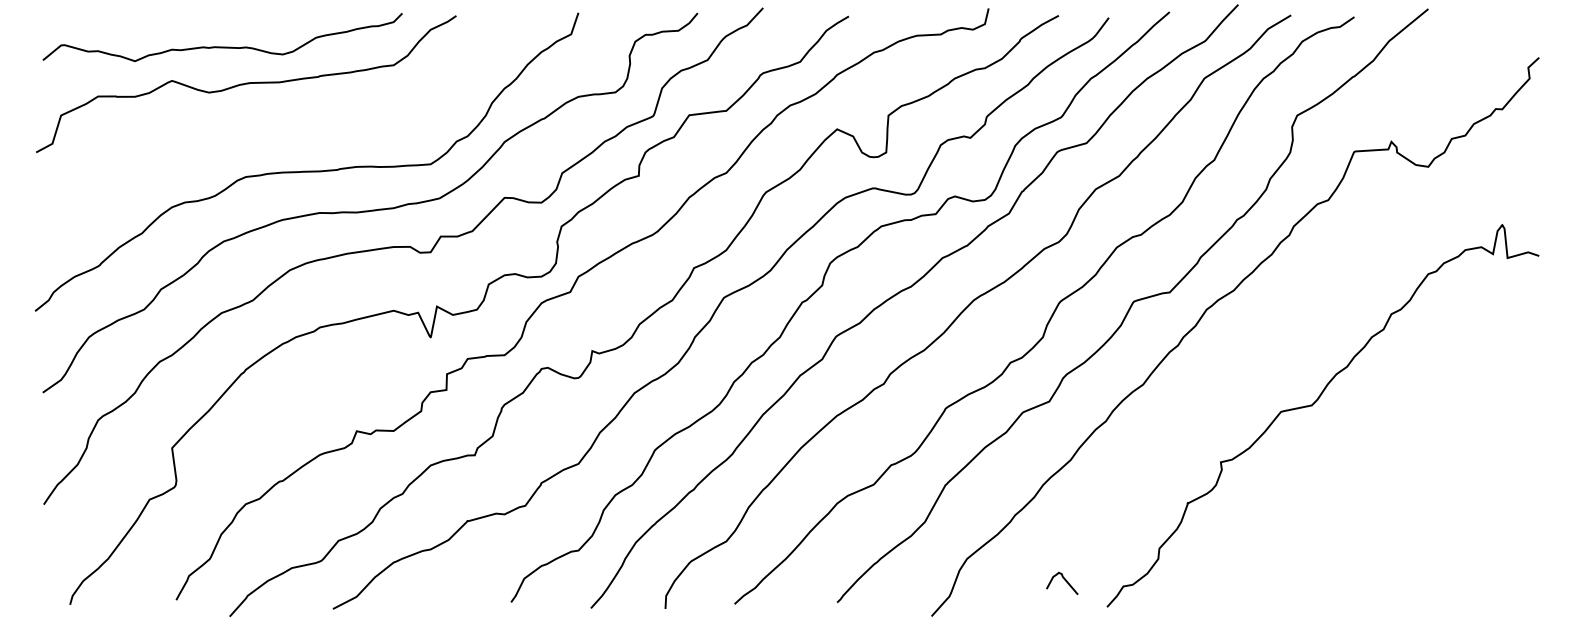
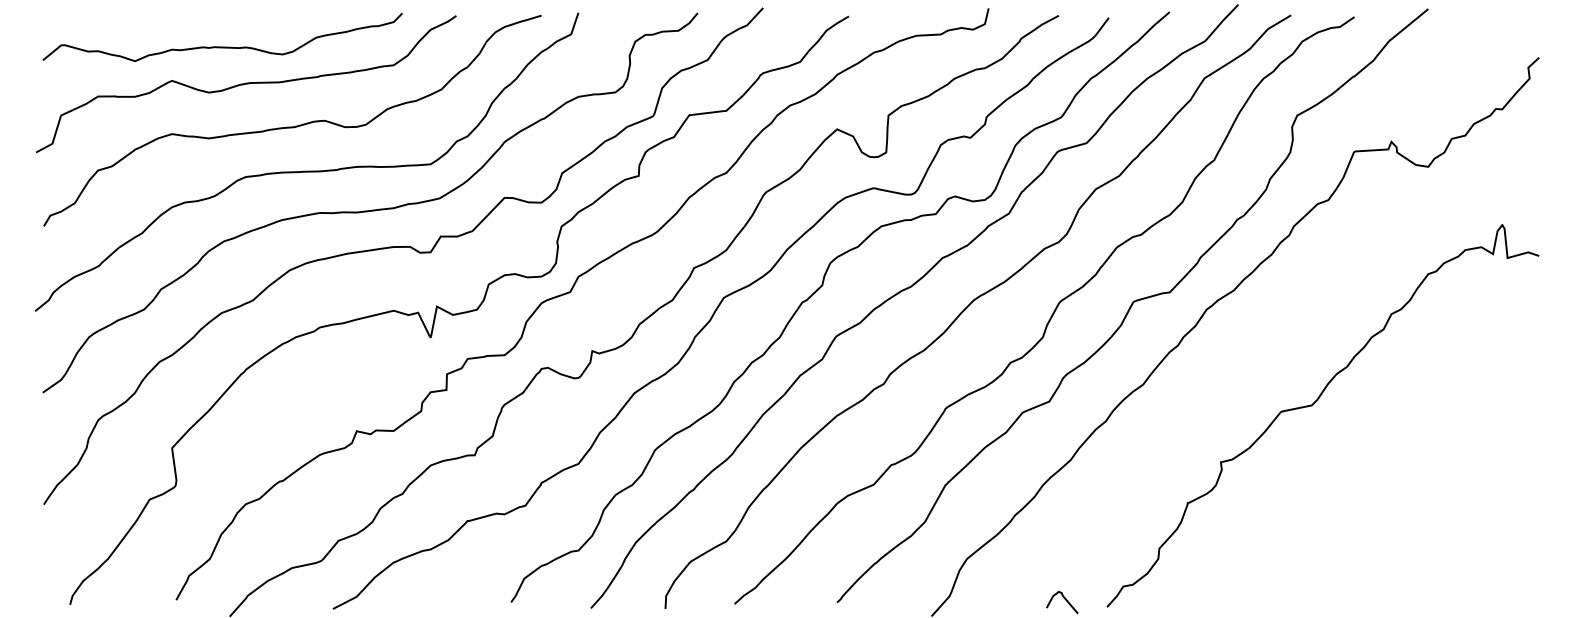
curve at (292, 126): none -> present
curve at (1064, 580) position: (1064, 580) -> (1064, 599)
